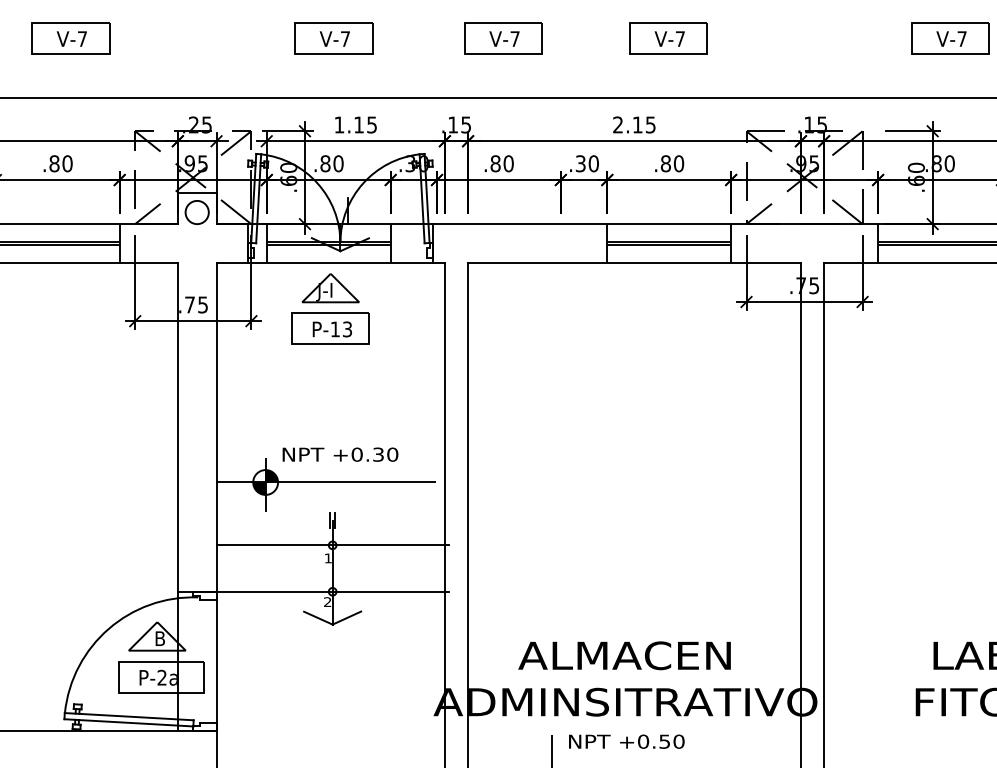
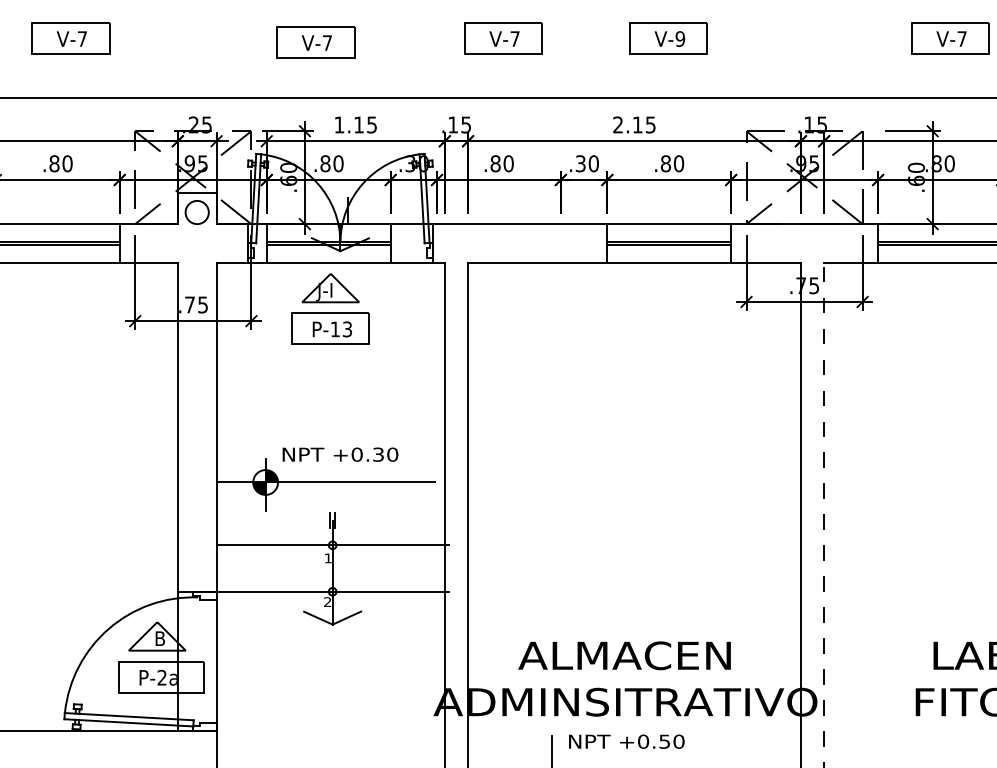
part at (333, 38) position: (333, 38) -> (315, 42)
text at (680, 38): V-7 -> V-9
line at (824, 514): solid -> dashed
